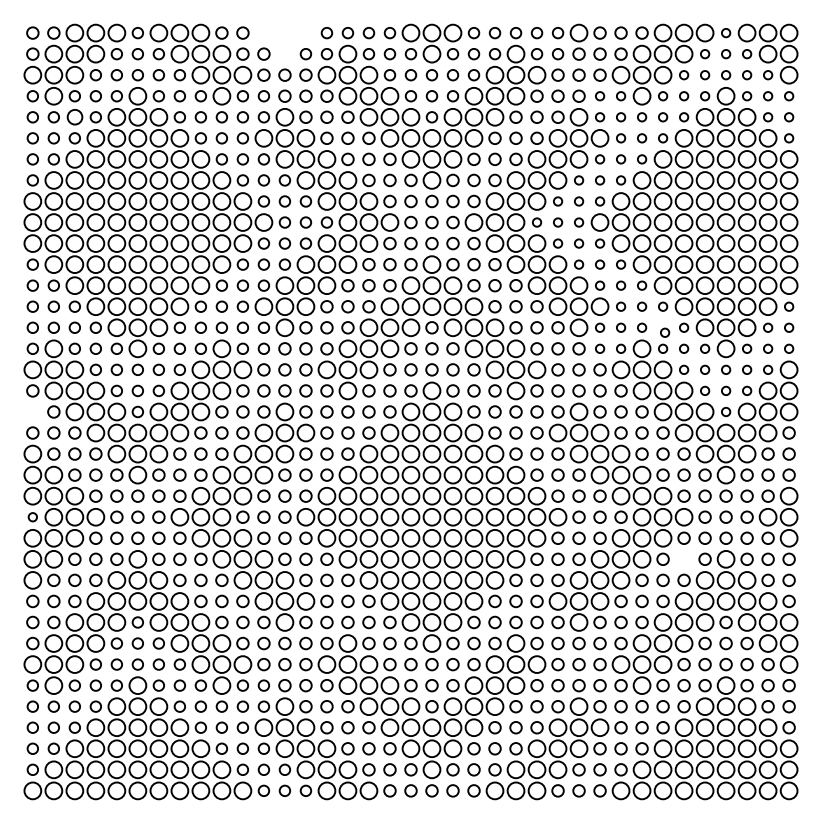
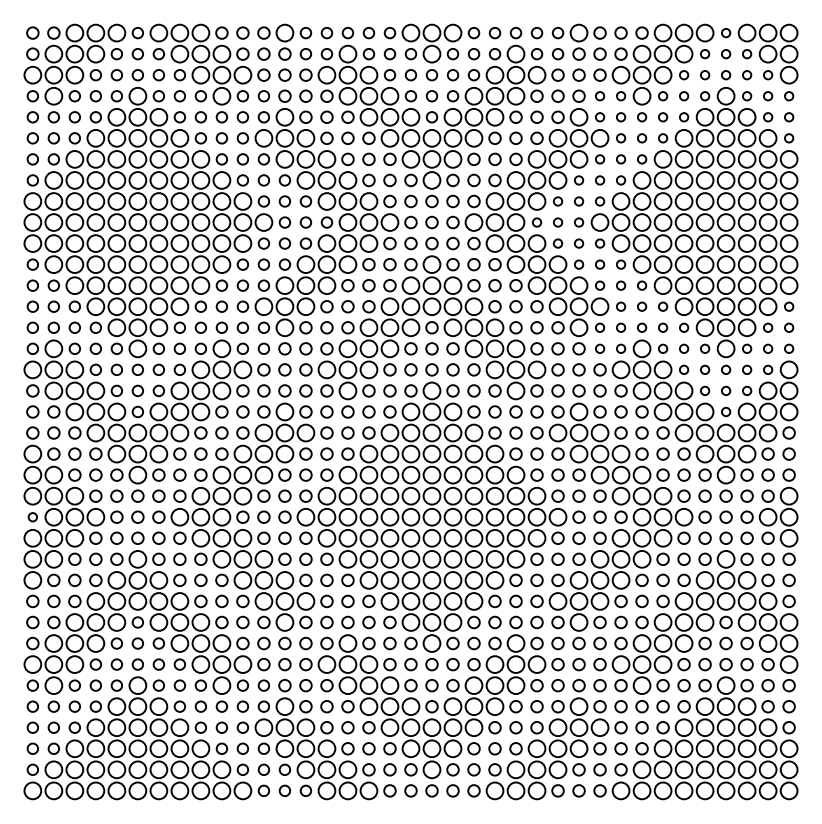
part at (284, 41): none -> present
circle at (74, 117) size: 18x17 px -> 13x13 px
circle at (665, 332) position: (665, 332) -> (663, 327)
circle at (32, 411): none -> present
circle at (683, 558): none -> present
